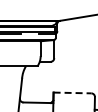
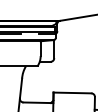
line at (72, 92): dashed -> solid
